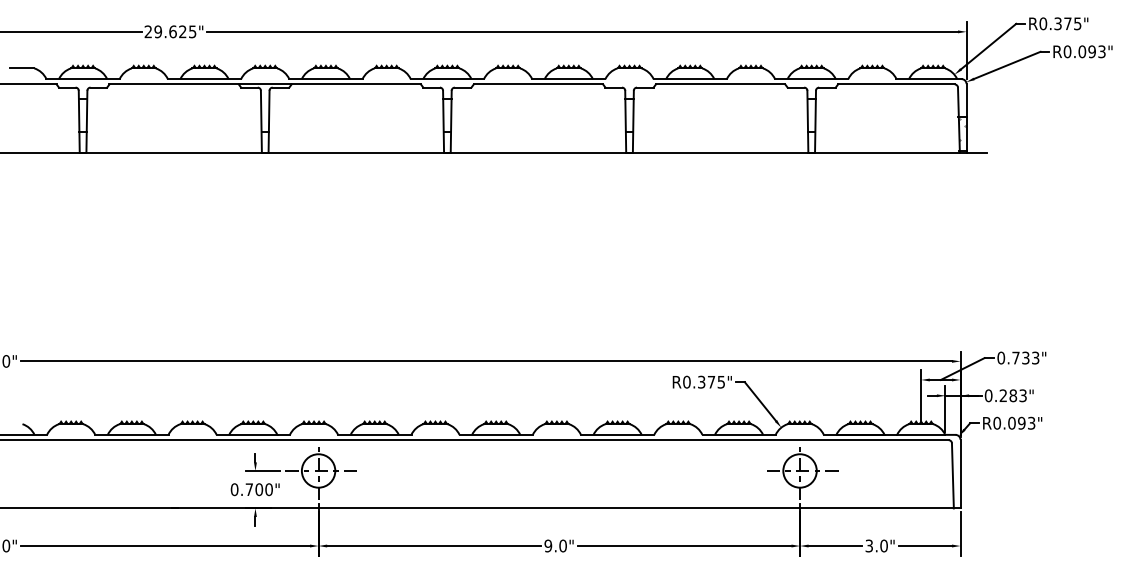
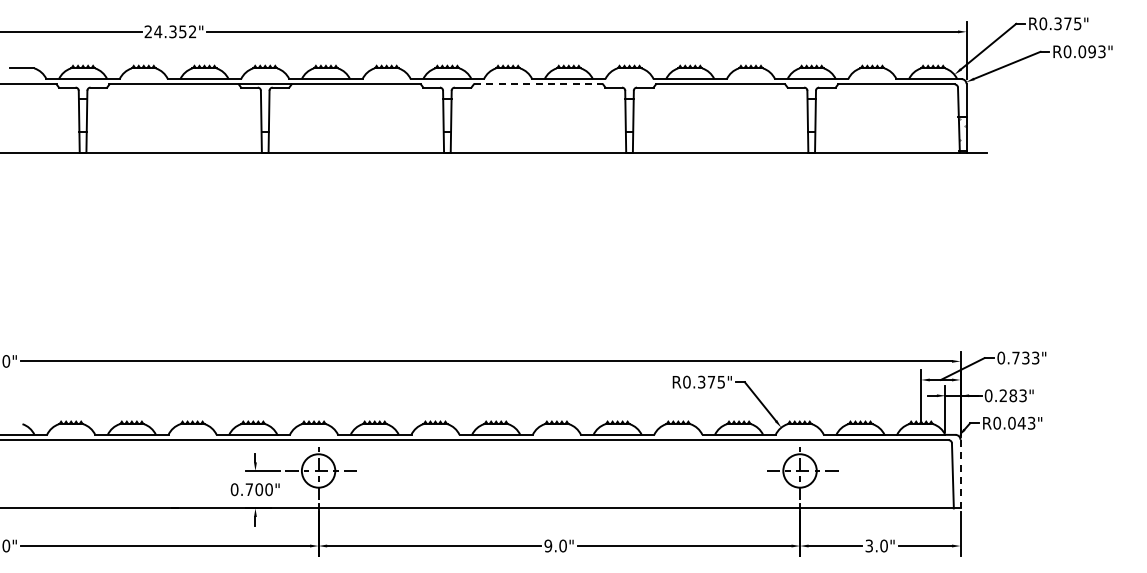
text at (175, 31): 29.625" -> 24.352"
line at (538, 84): solid -> dashed
text at (1021, 422): R0.093" -> R0.043"
line at (960, 474): solid -> dashed
